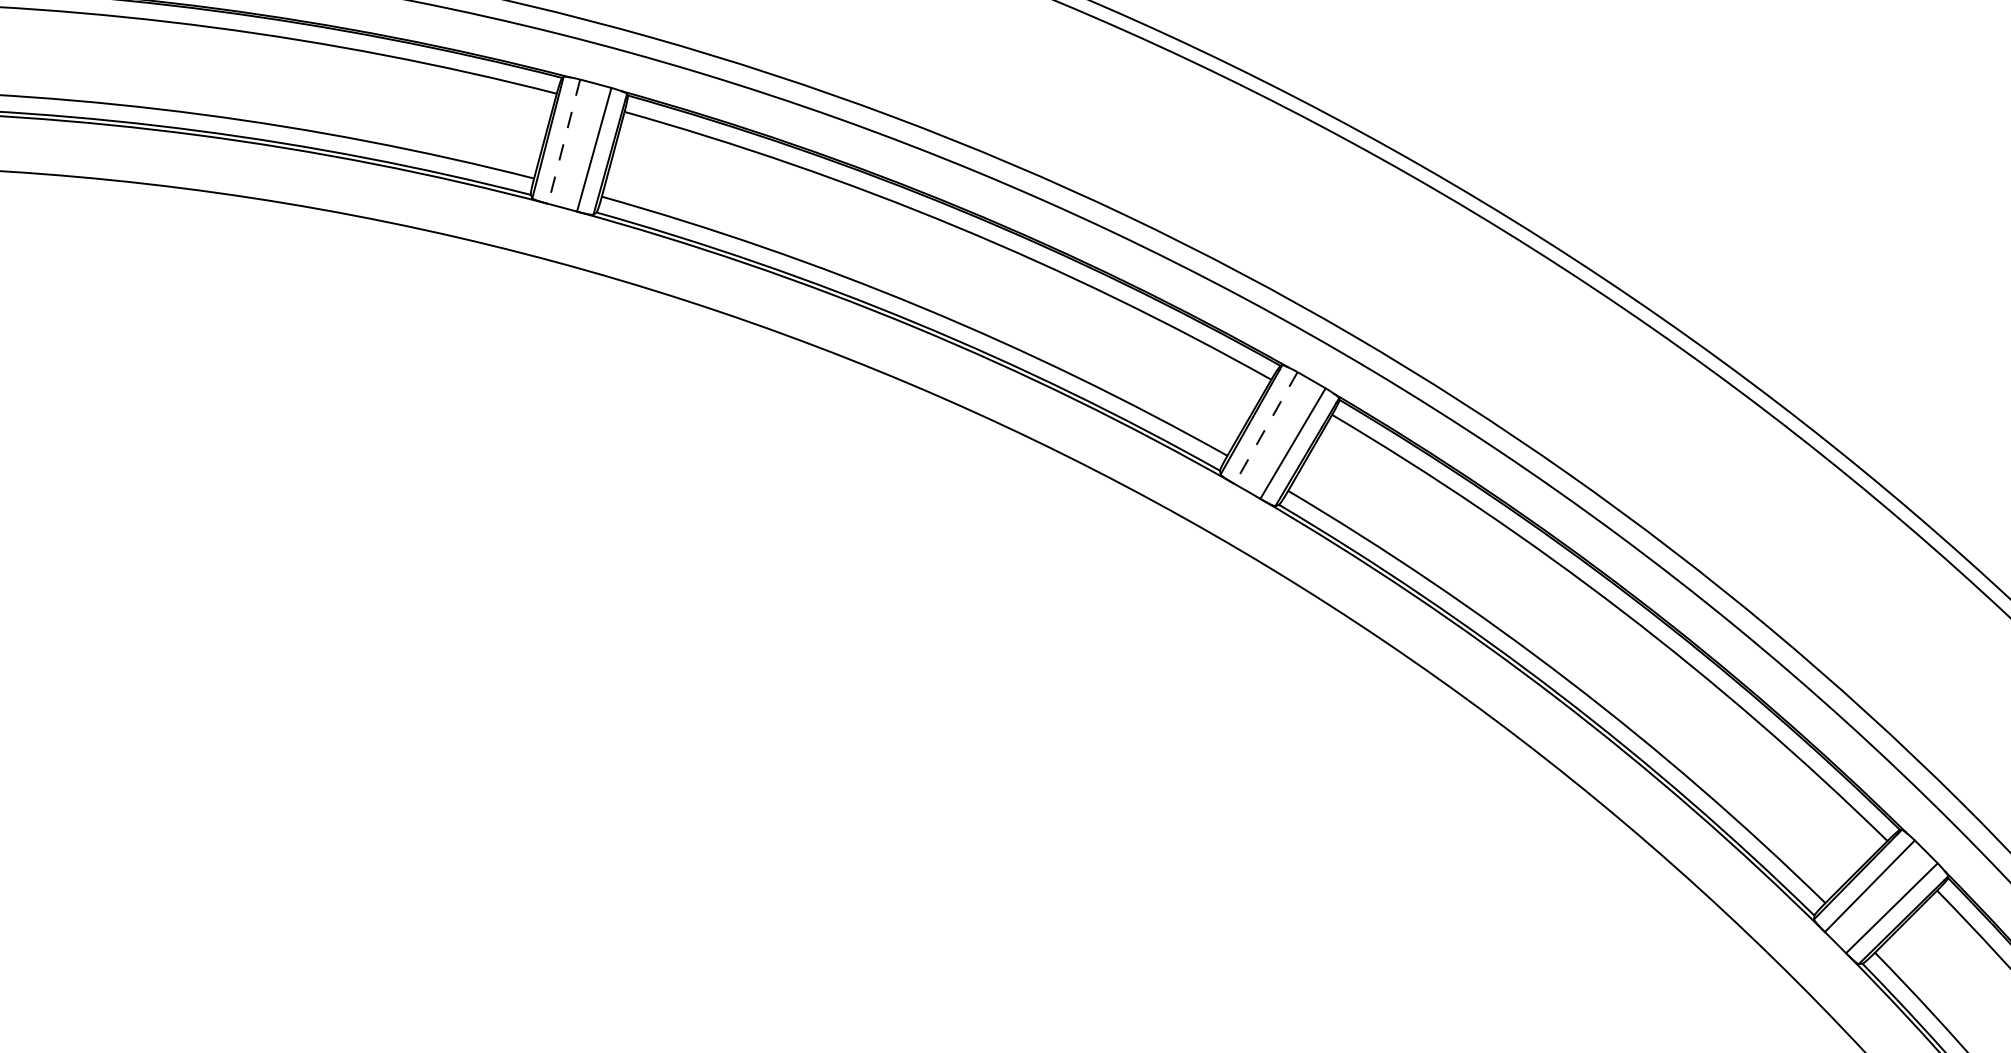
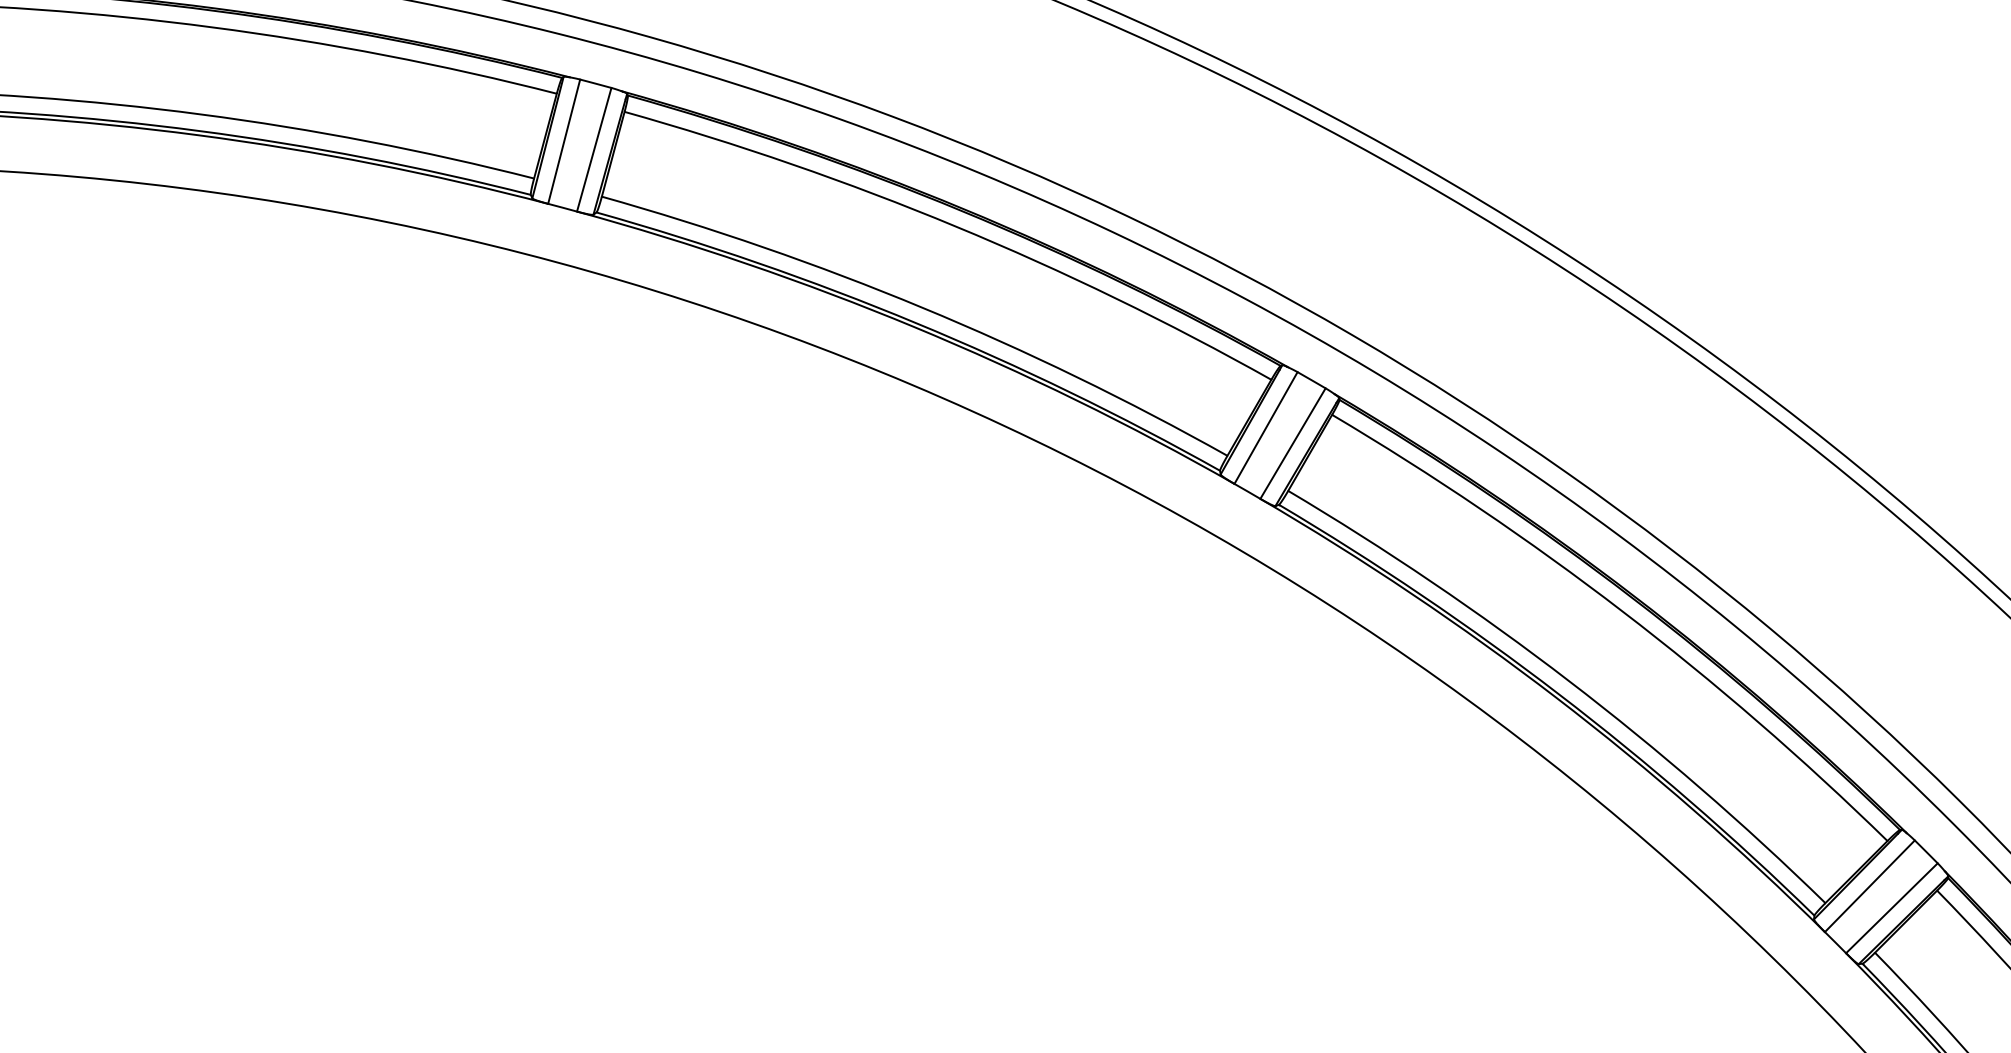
line at (564, 142): dashed -> solid
line at (1265, 428): dashed -> solid
